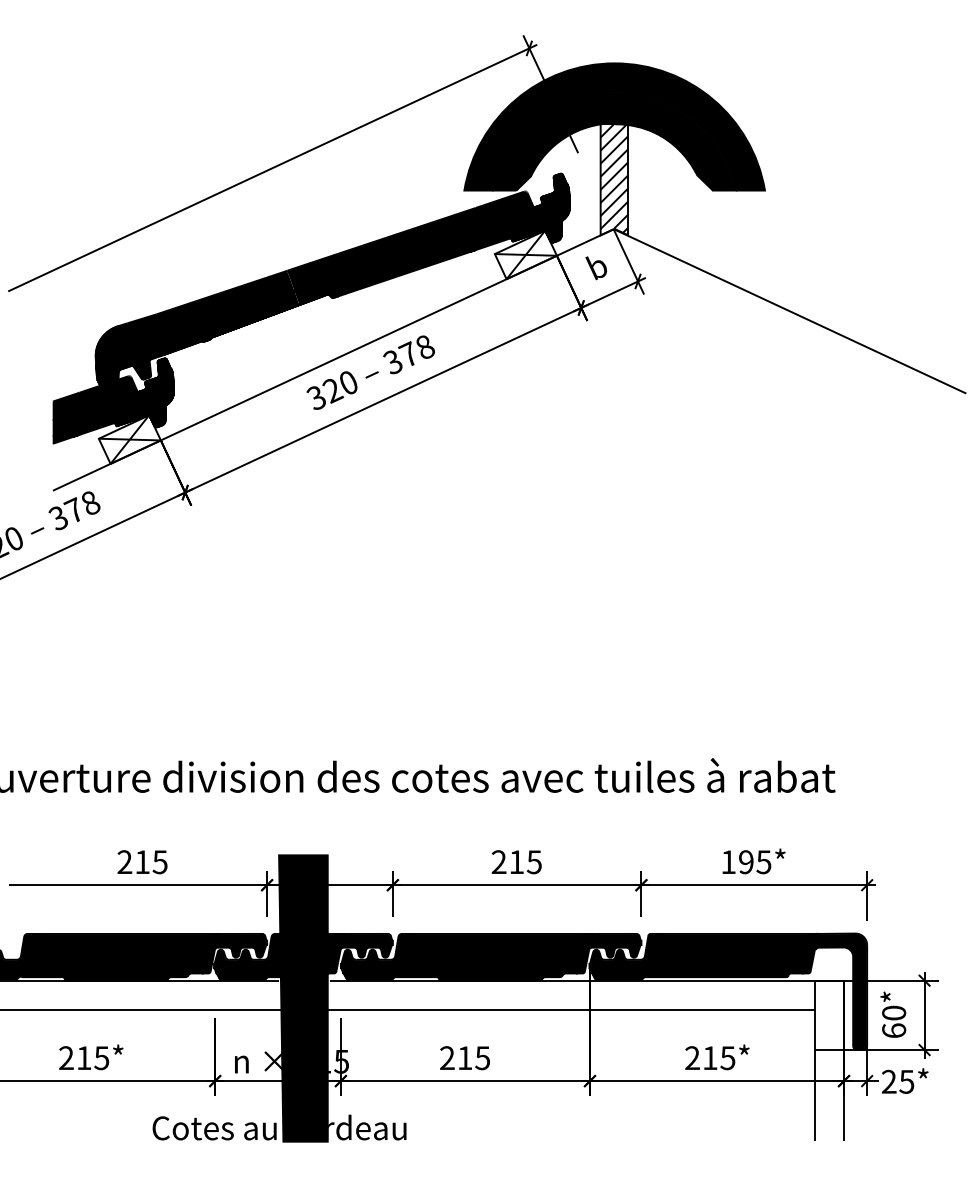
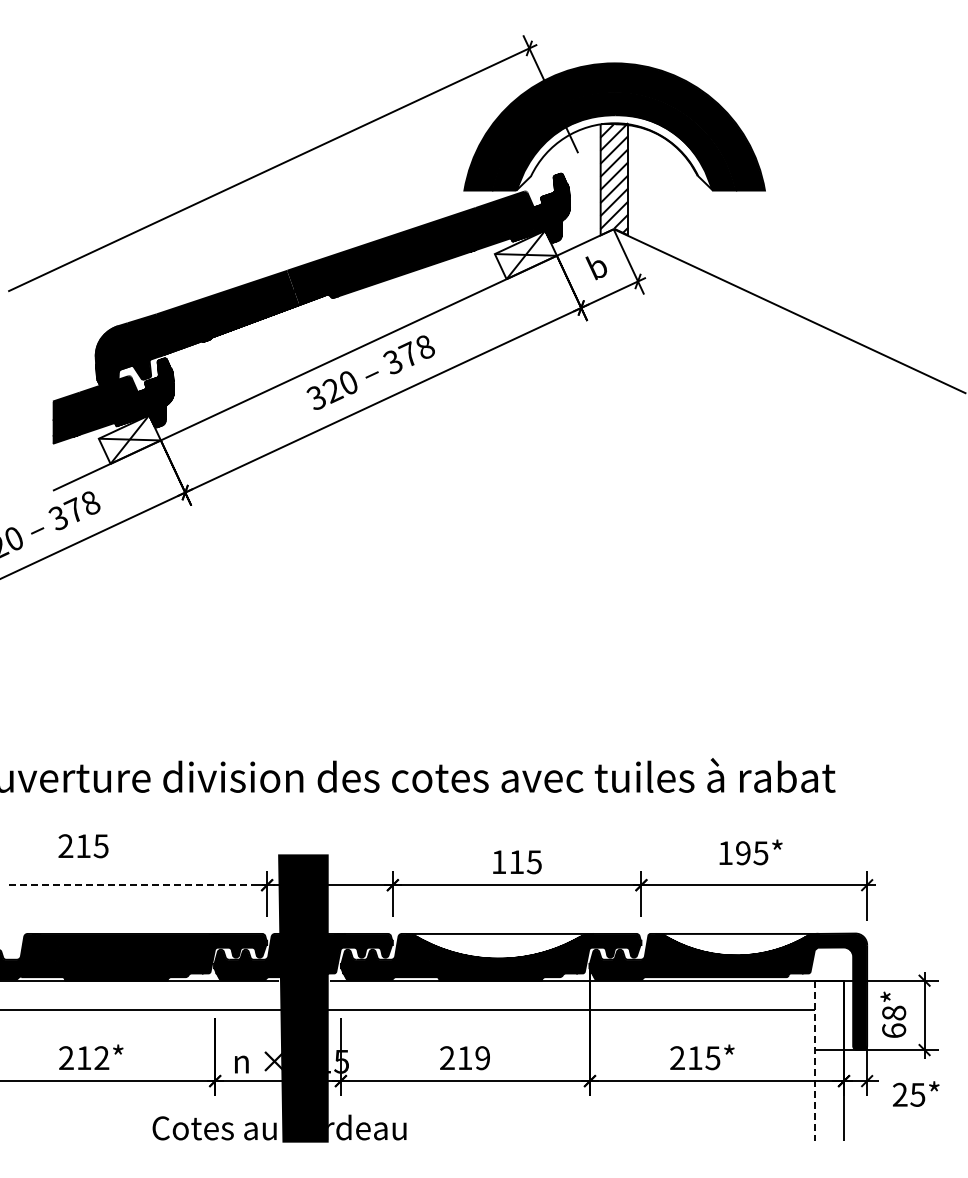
fill at (614, 152): present -> none
text at (498, 861): 215 -> 115
text at (753, 861) position: (753, 861) -> (750, 852)
text at (142, 862) position: (142, 862) -> (83, 846)
line at (141, 885): solid -> dashed
fill at (737, 944): present -> none
fill at (499, 946): present -> none
text at (894, 1012): 60* -> 68*
text at (717, 1057) position: (717, 1057) -> (702, 1057)
text at (101, 1058): 215* -> 212*
text at (482, 1058): 215 -> 219
line at (815, 1061): solid -> dashed
text at (905, 1080) position: (905, 1080) -> (916, 1093)
